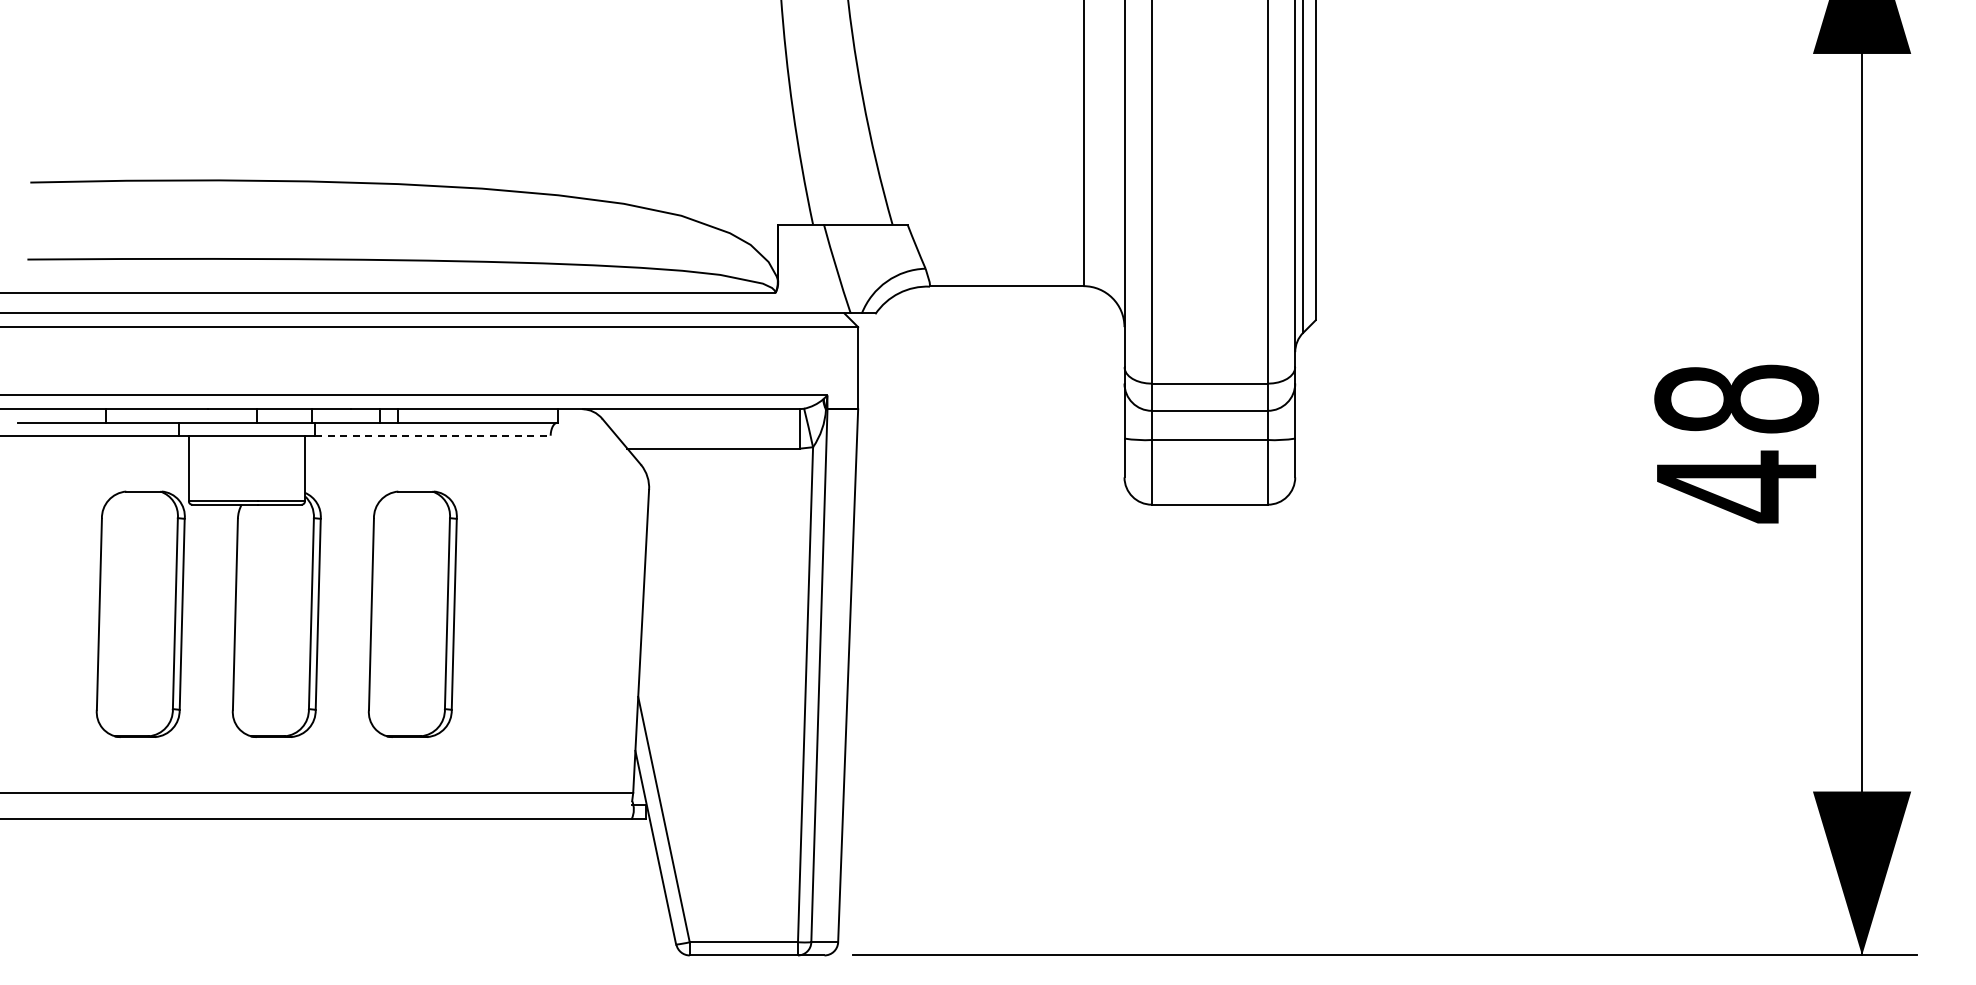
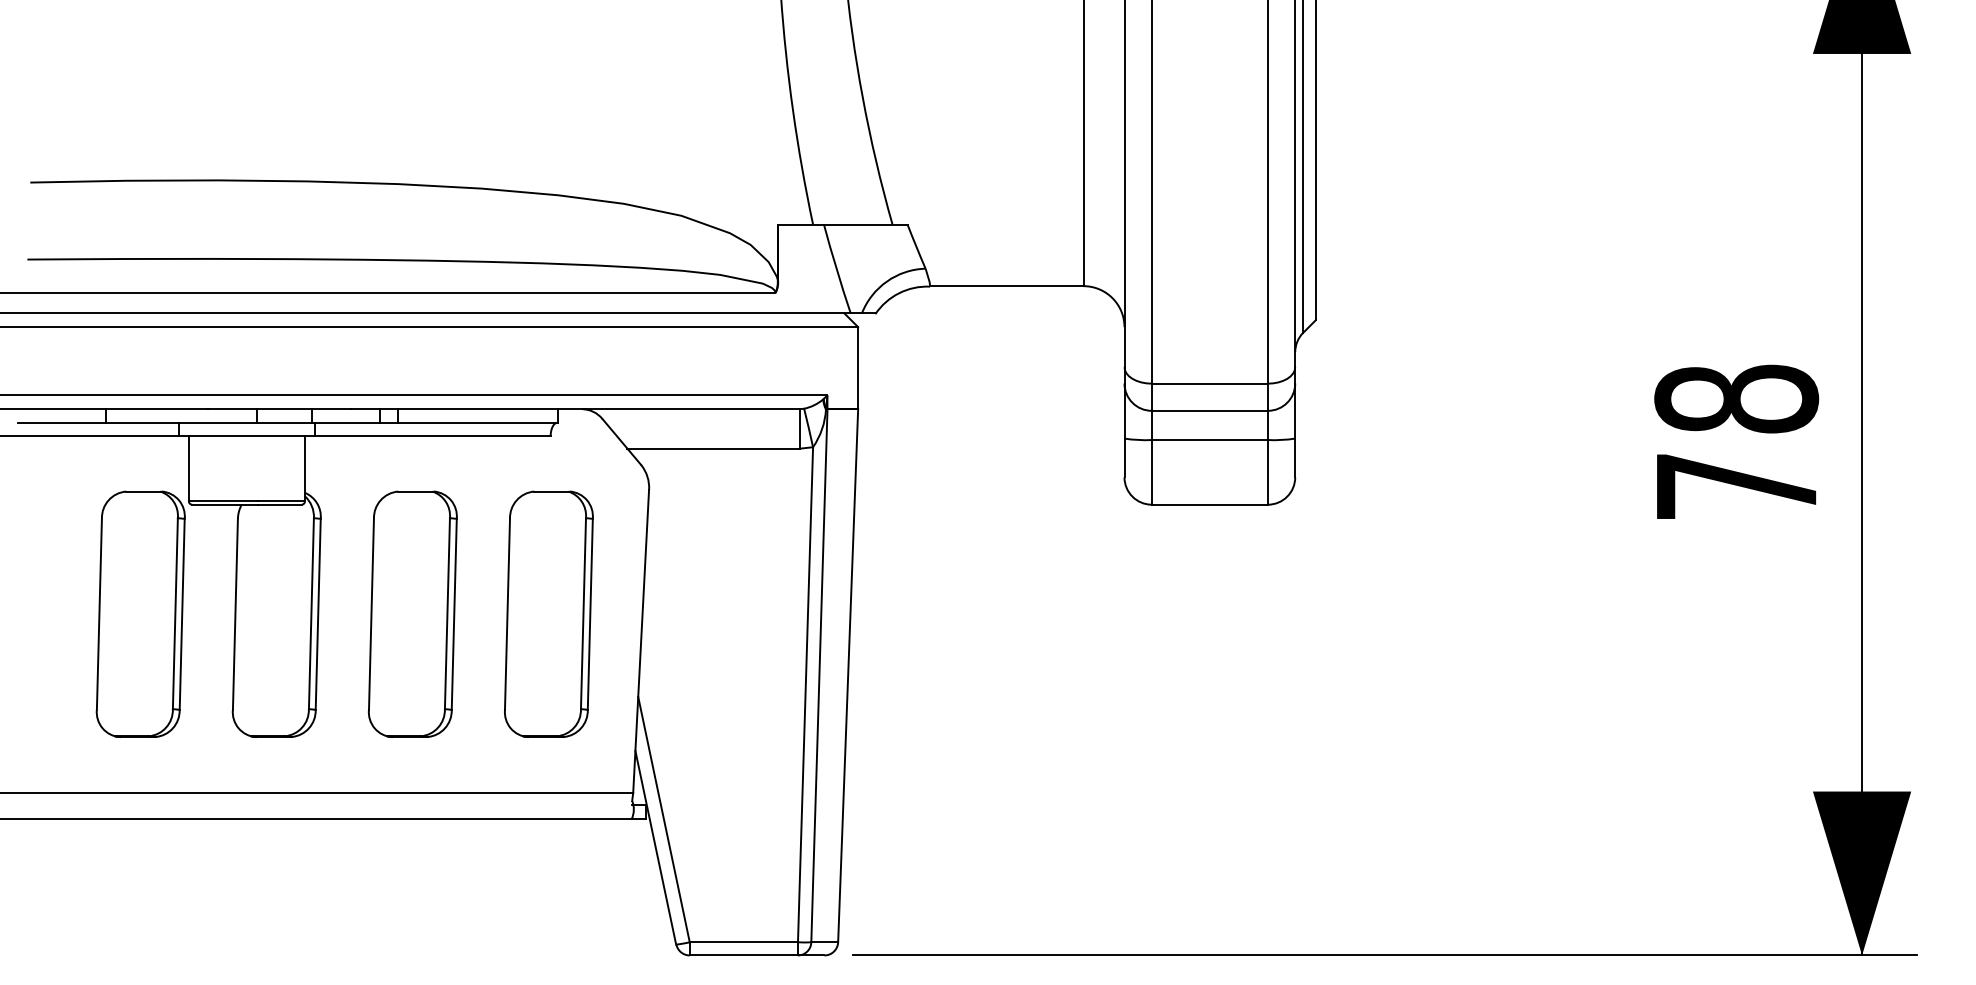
line at (432, 435): dashed -> solid
text at (1736, 486): 48 -> 78
part at (548, 613): none -> present
